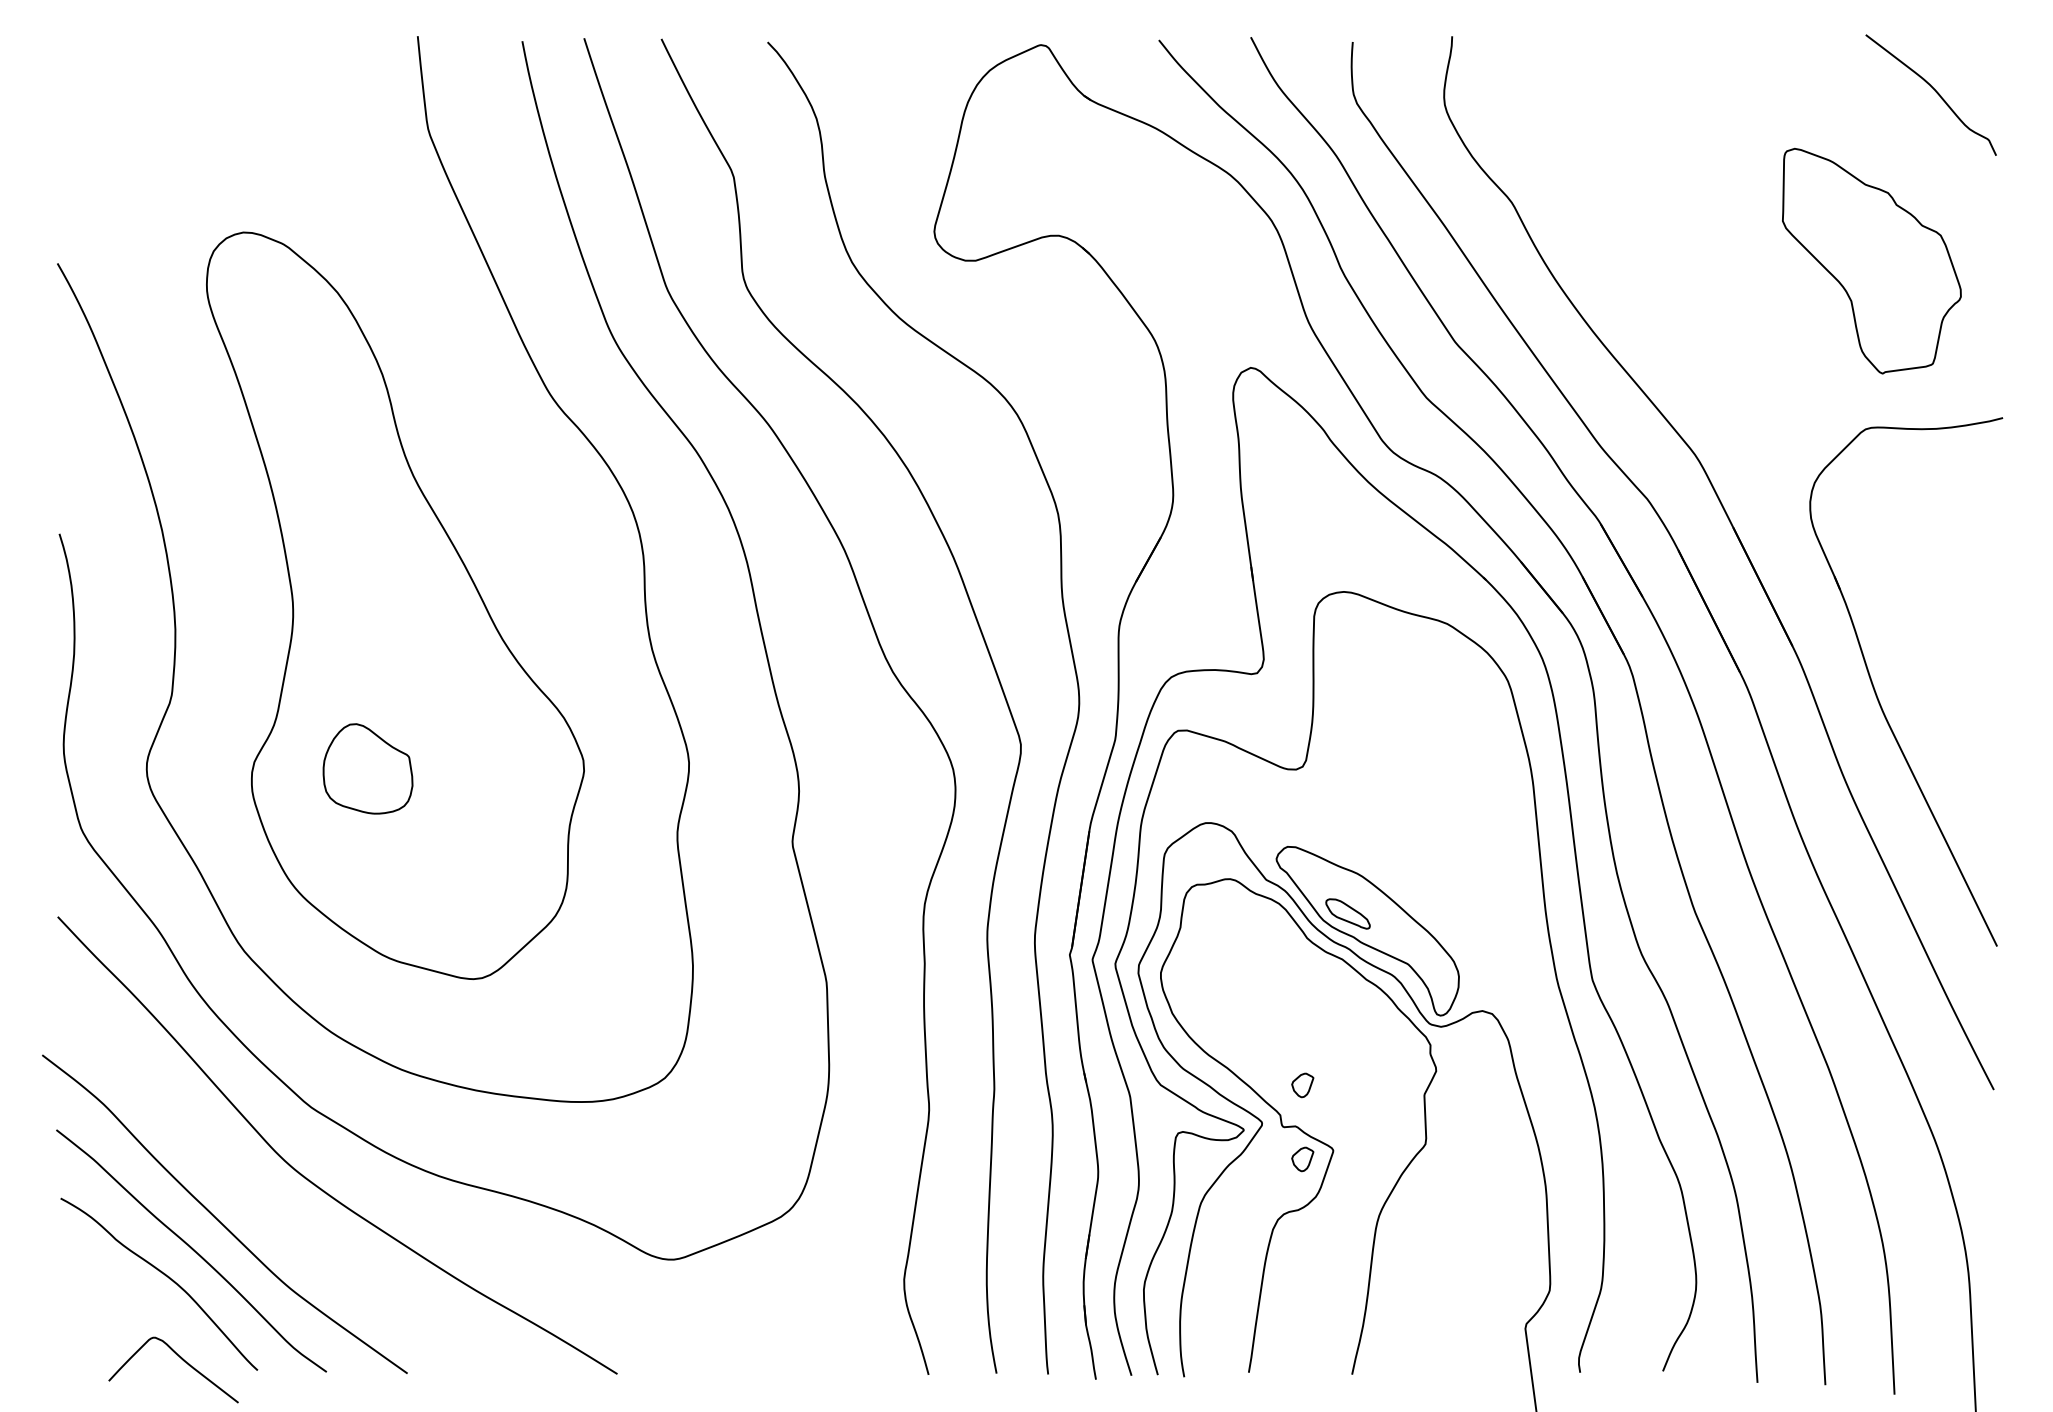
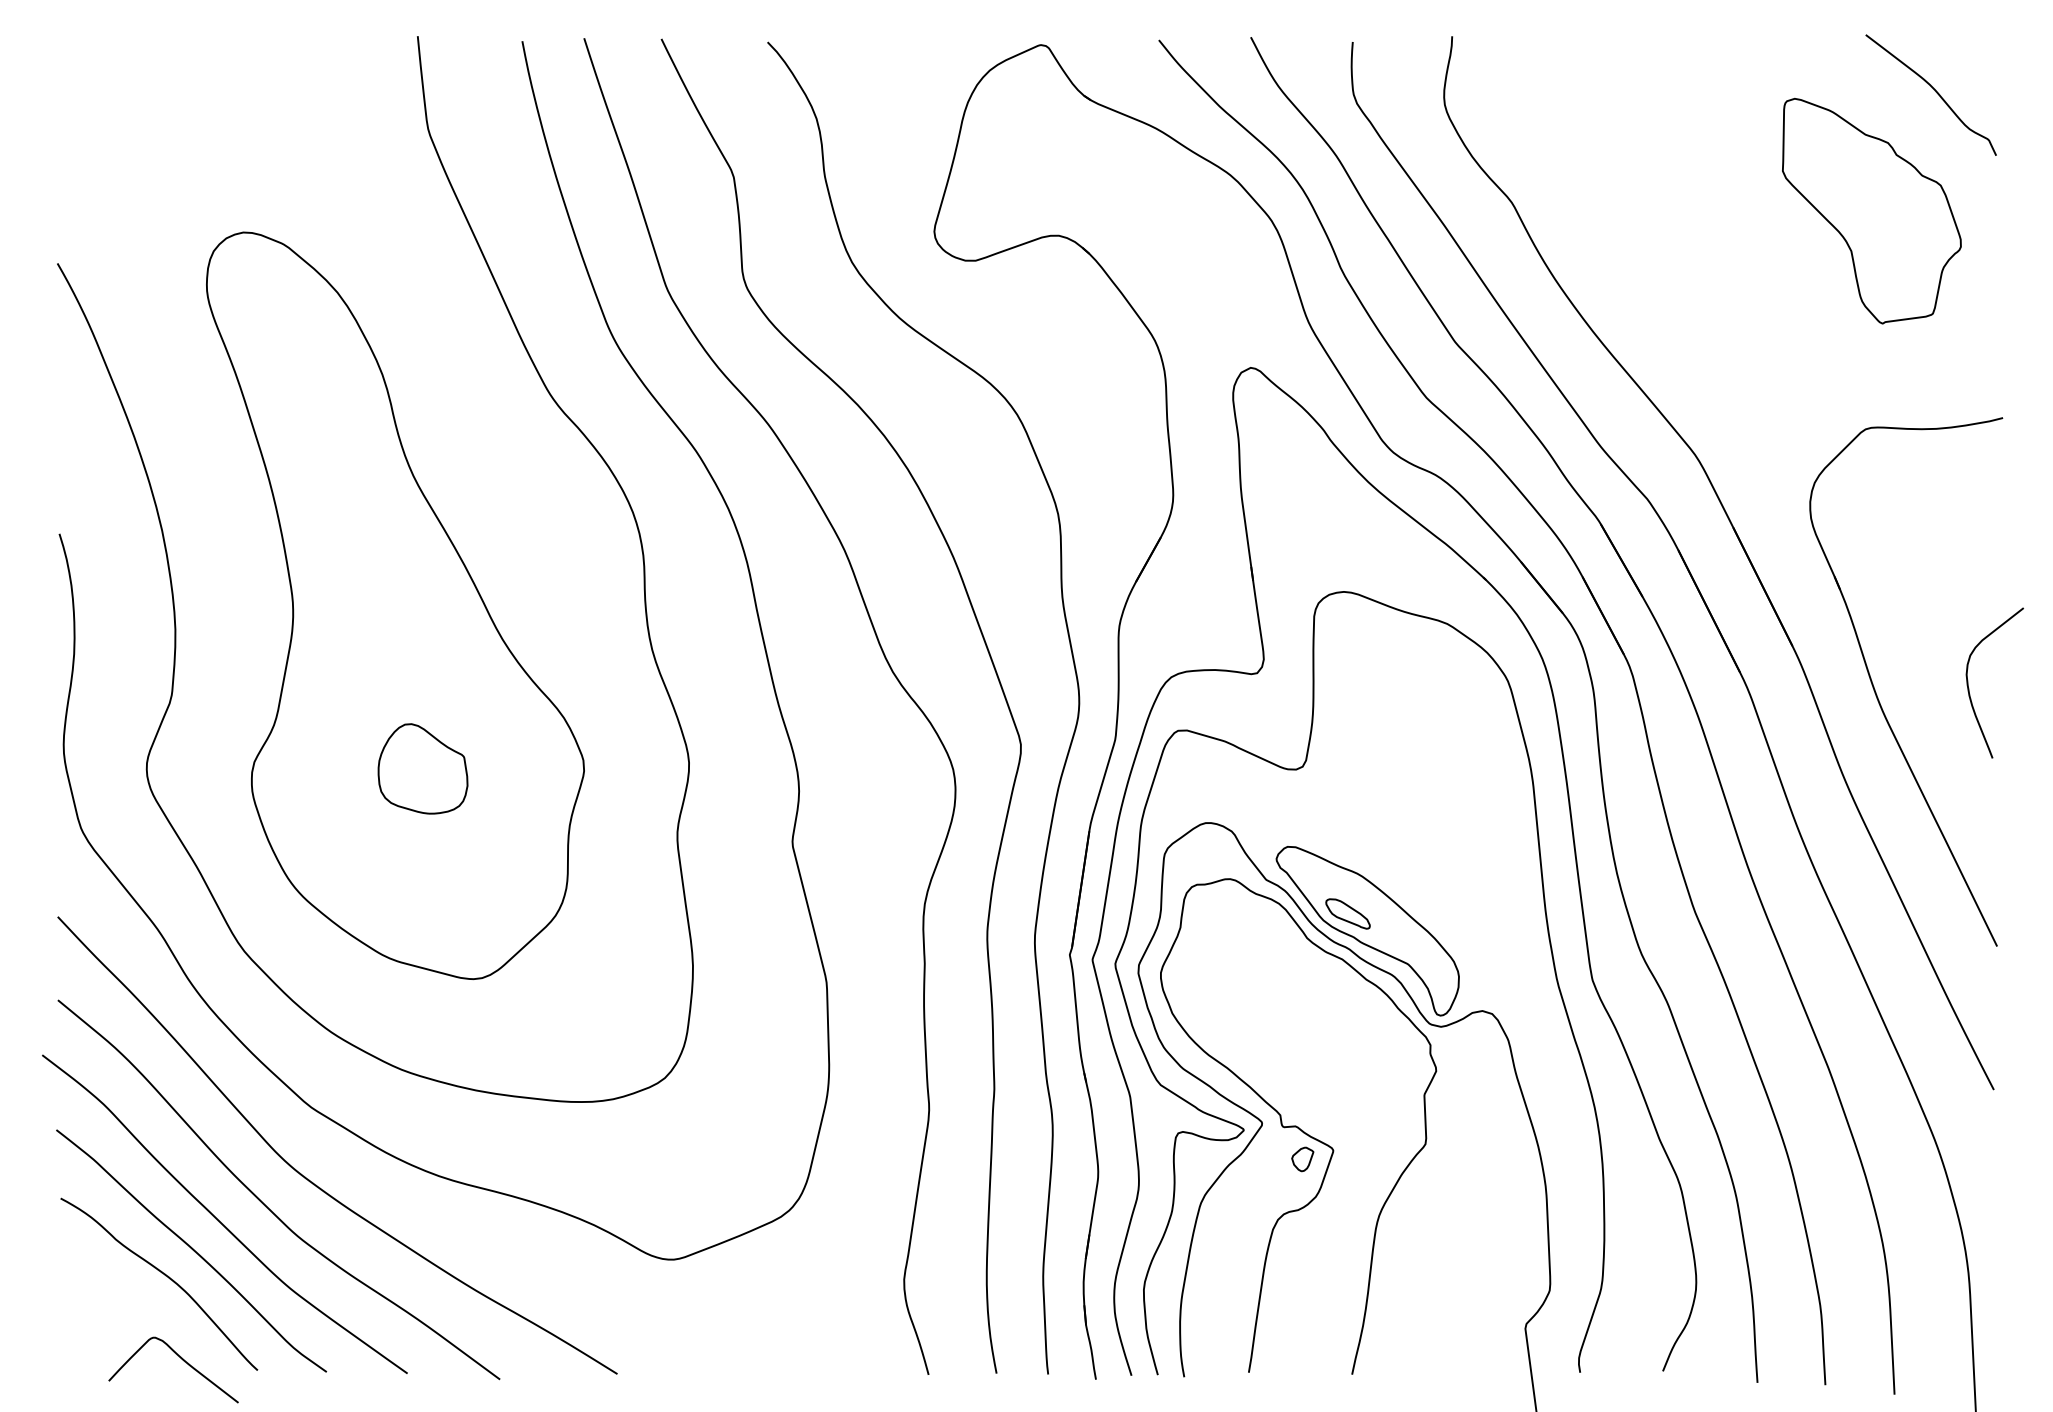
part at (1871, 260) position: (1871, 260) -> (1871, 210)
curve at (1969, 688): none -> present
part at (367, 768) position: (367, 768) -> (422, 768)
part at (1302, 1085): present -> none
curve at (264, 1203): none -> present
